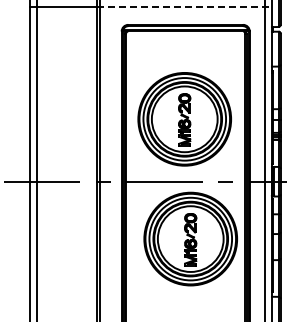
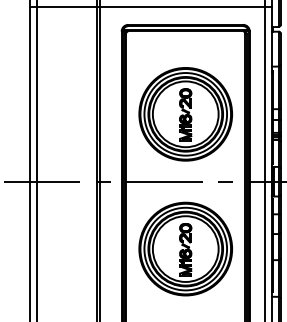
line at (184, 7): dashed -> solid
part at (184, 119) position: (184, 119) -> (185, 114)
part at (190, 238) position: (190, 238) -> (185, 248)
